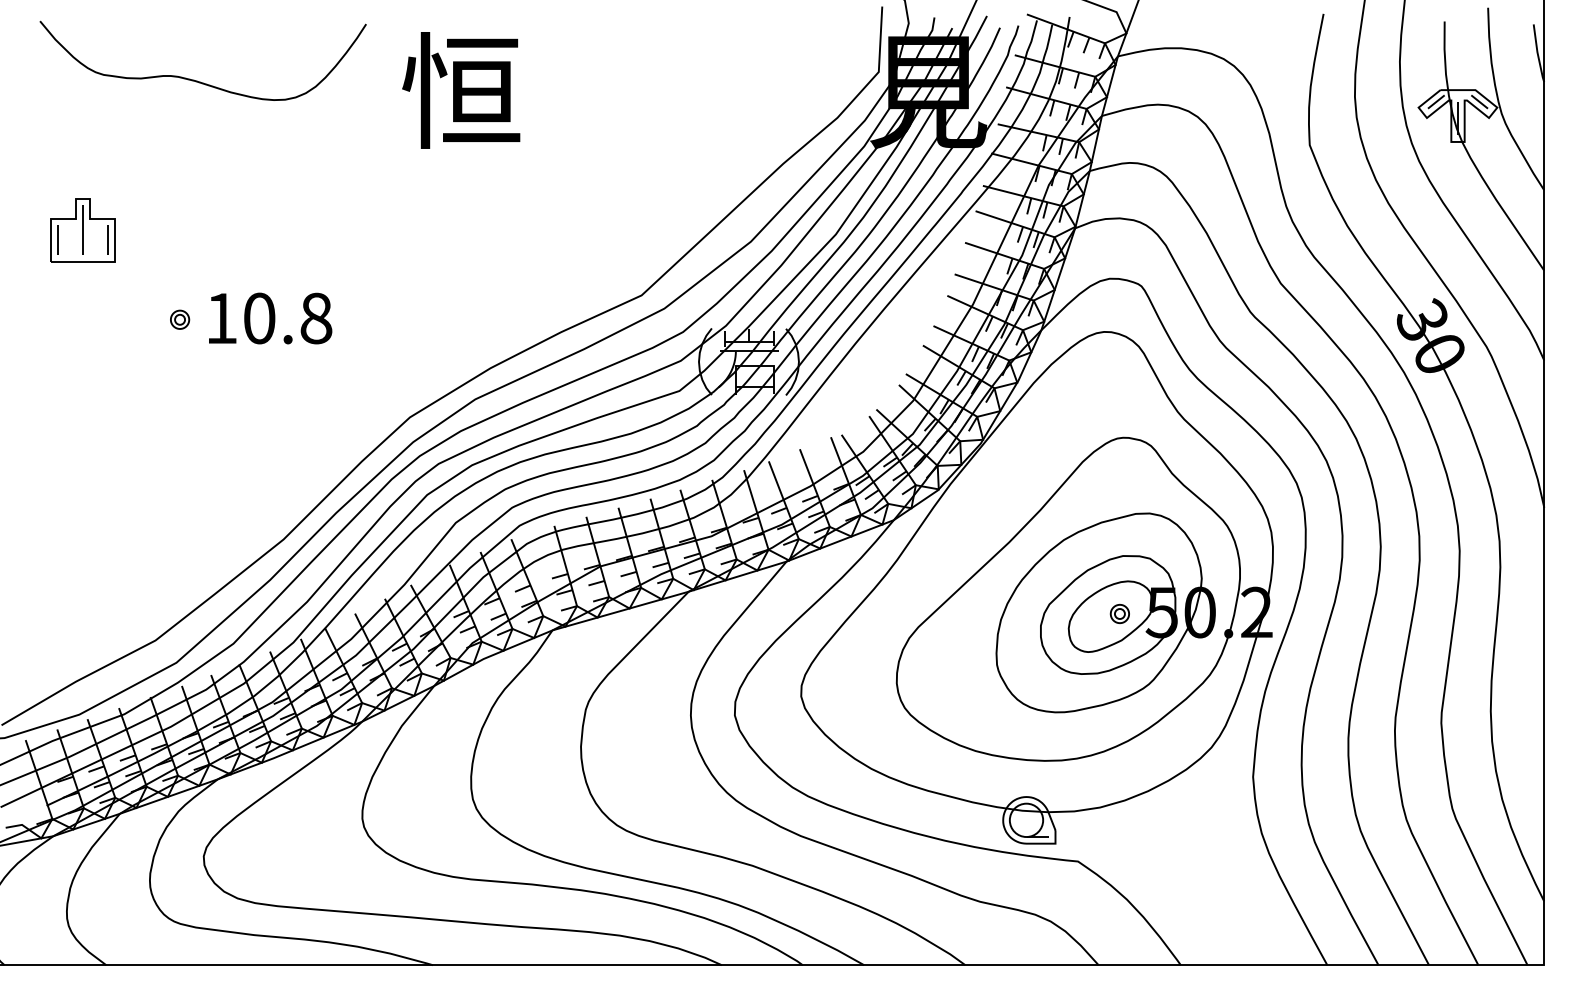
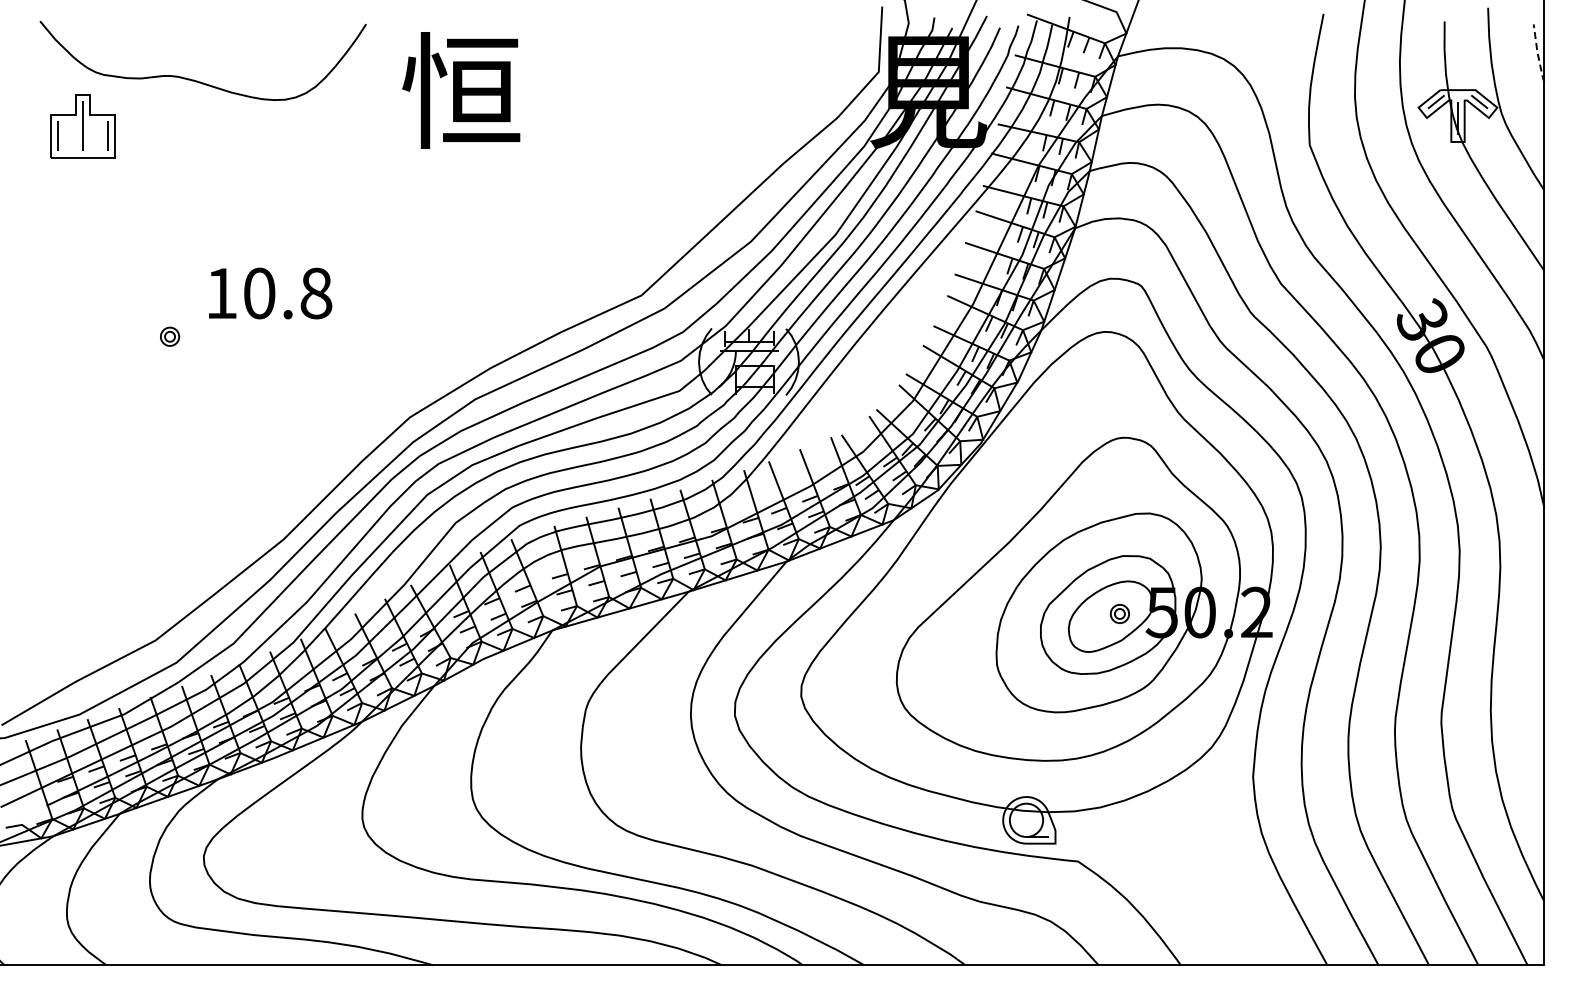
line at (1537, 53): solid -> dashed
part at (82, 230) position: (82, 230) -> (82, 126)
text at (270, 318) position: (270, 318) -> (270, 293)
part at (180, 319) position: (180, 319) -> (170, 336)
